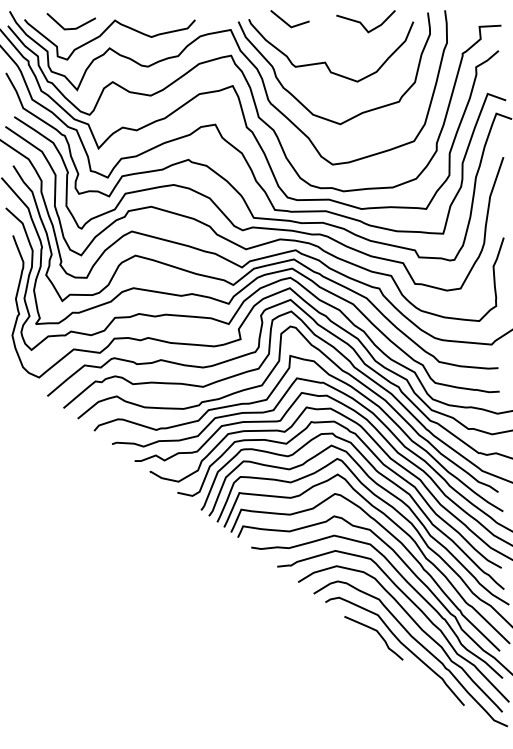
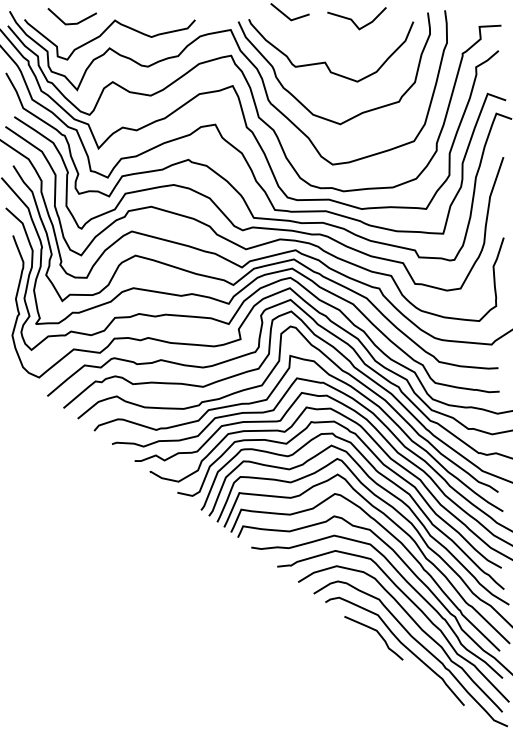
line at (288, 23) position: (288, 23) -> (288, 16)
line at (362, 23) position: (362, 23) -> (353, 20)
line at (70, 28) position: (70, 28) -> (71, 23)
